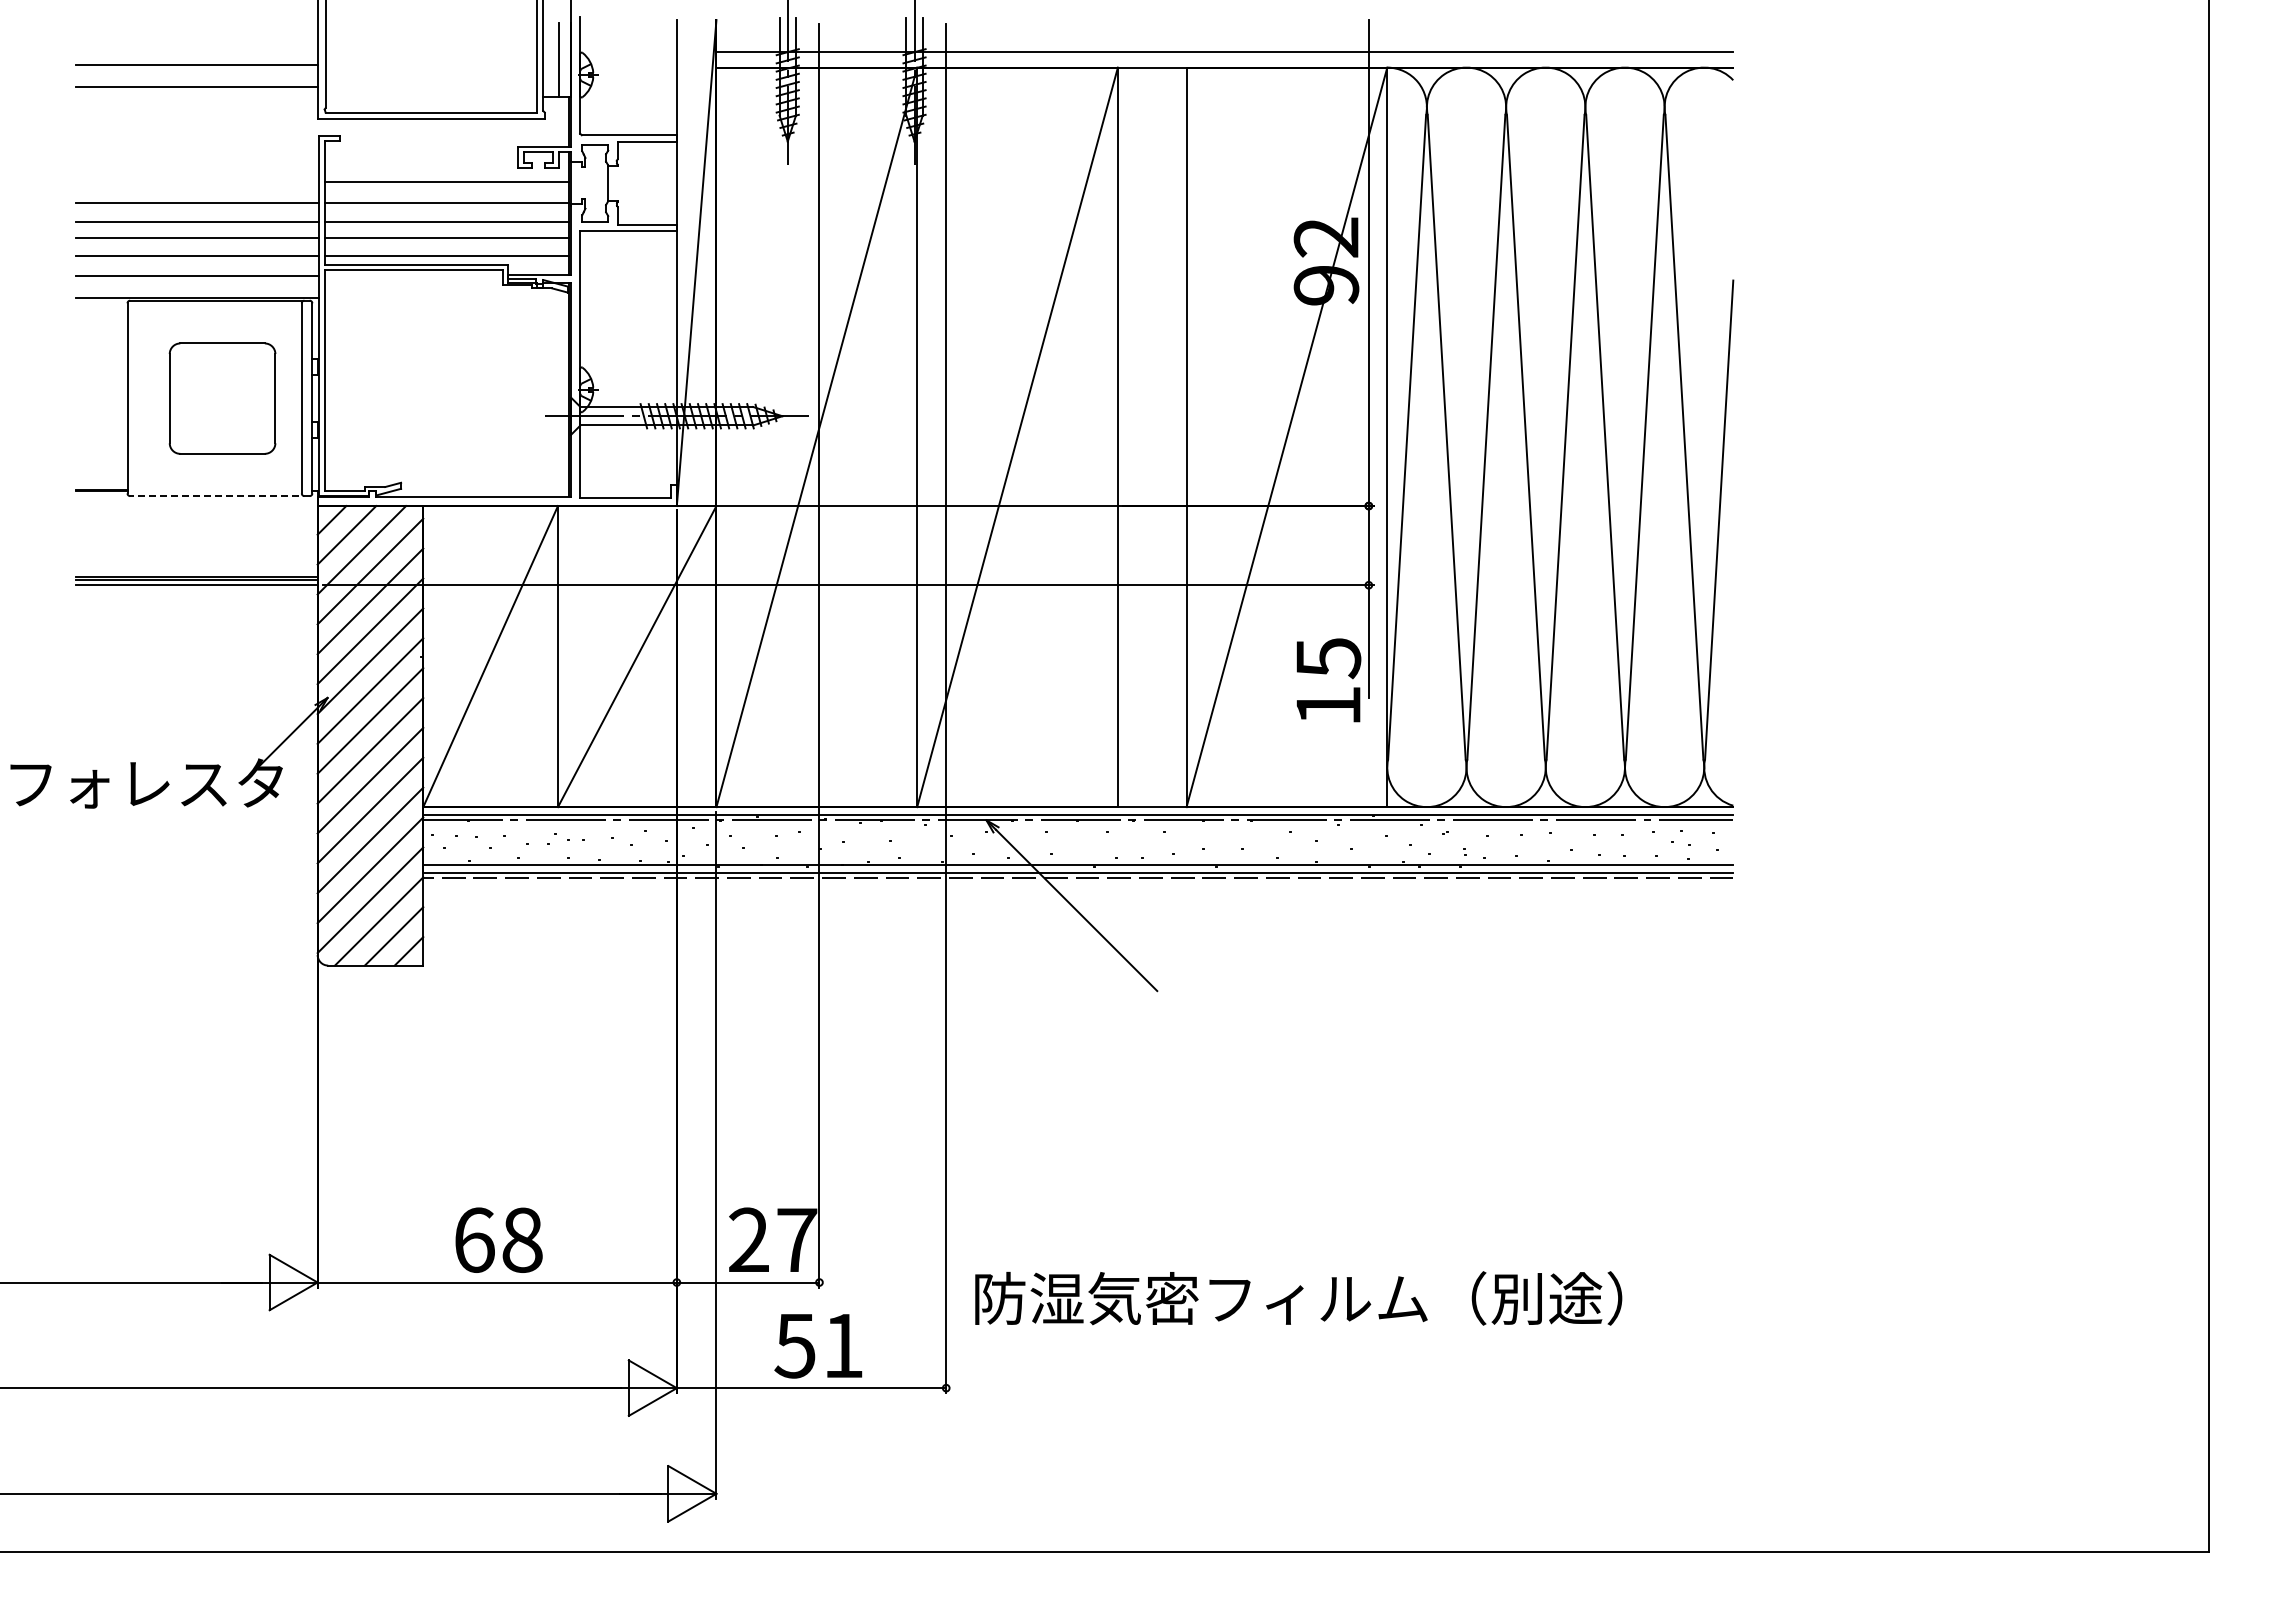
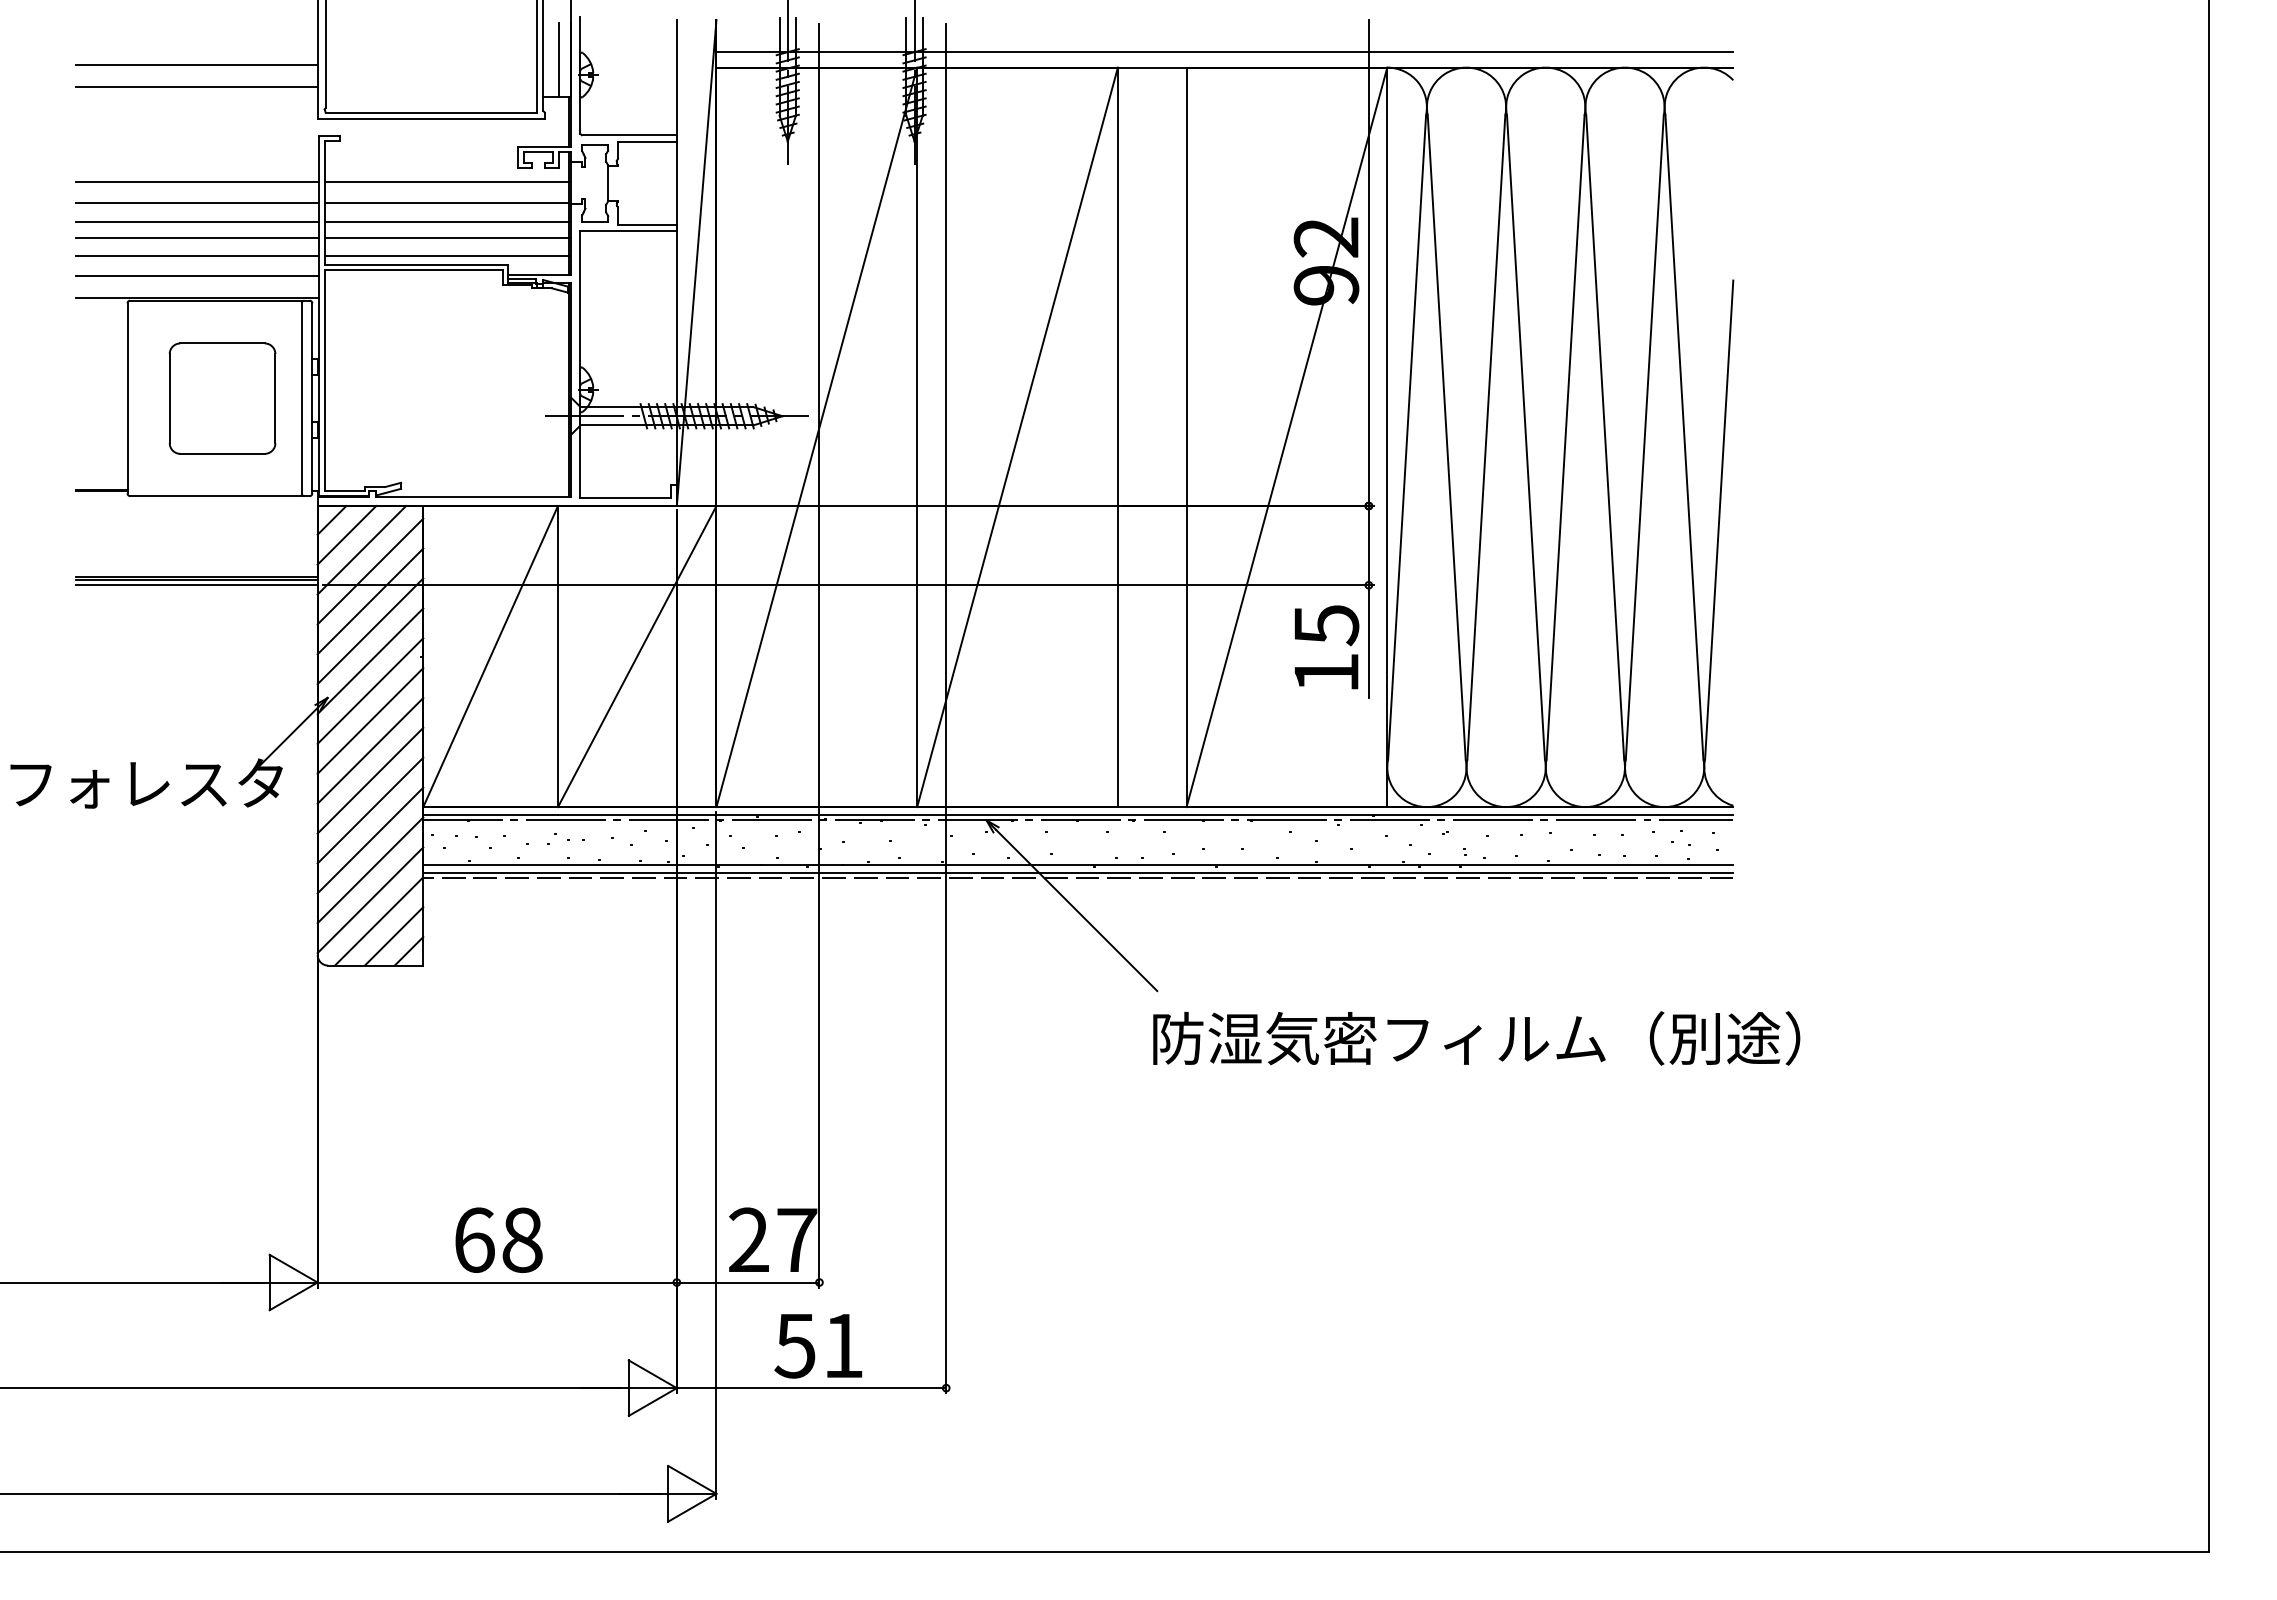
line at (197, 181): none -> present
line at (219, 496): dashed -> solid
text at (1328, 680) position: (1328, 680) -> (1326, 647)
text at (1298, 1298) position: (1298, 1298) -> (1476, 1038)
